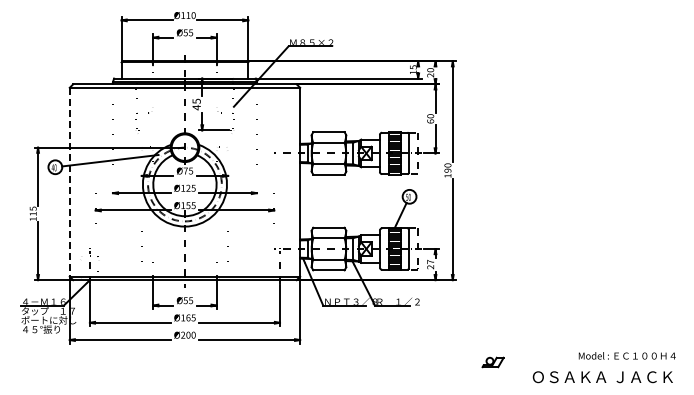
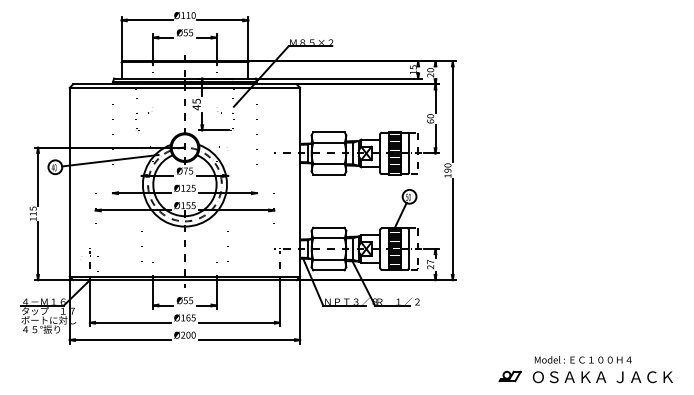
line at (69, 182): dashed -> solid
text at (626, 355) position: (626, 355) -> (582, 359)
part at (492, 362) position: (492, 362) -> (509, 376)
